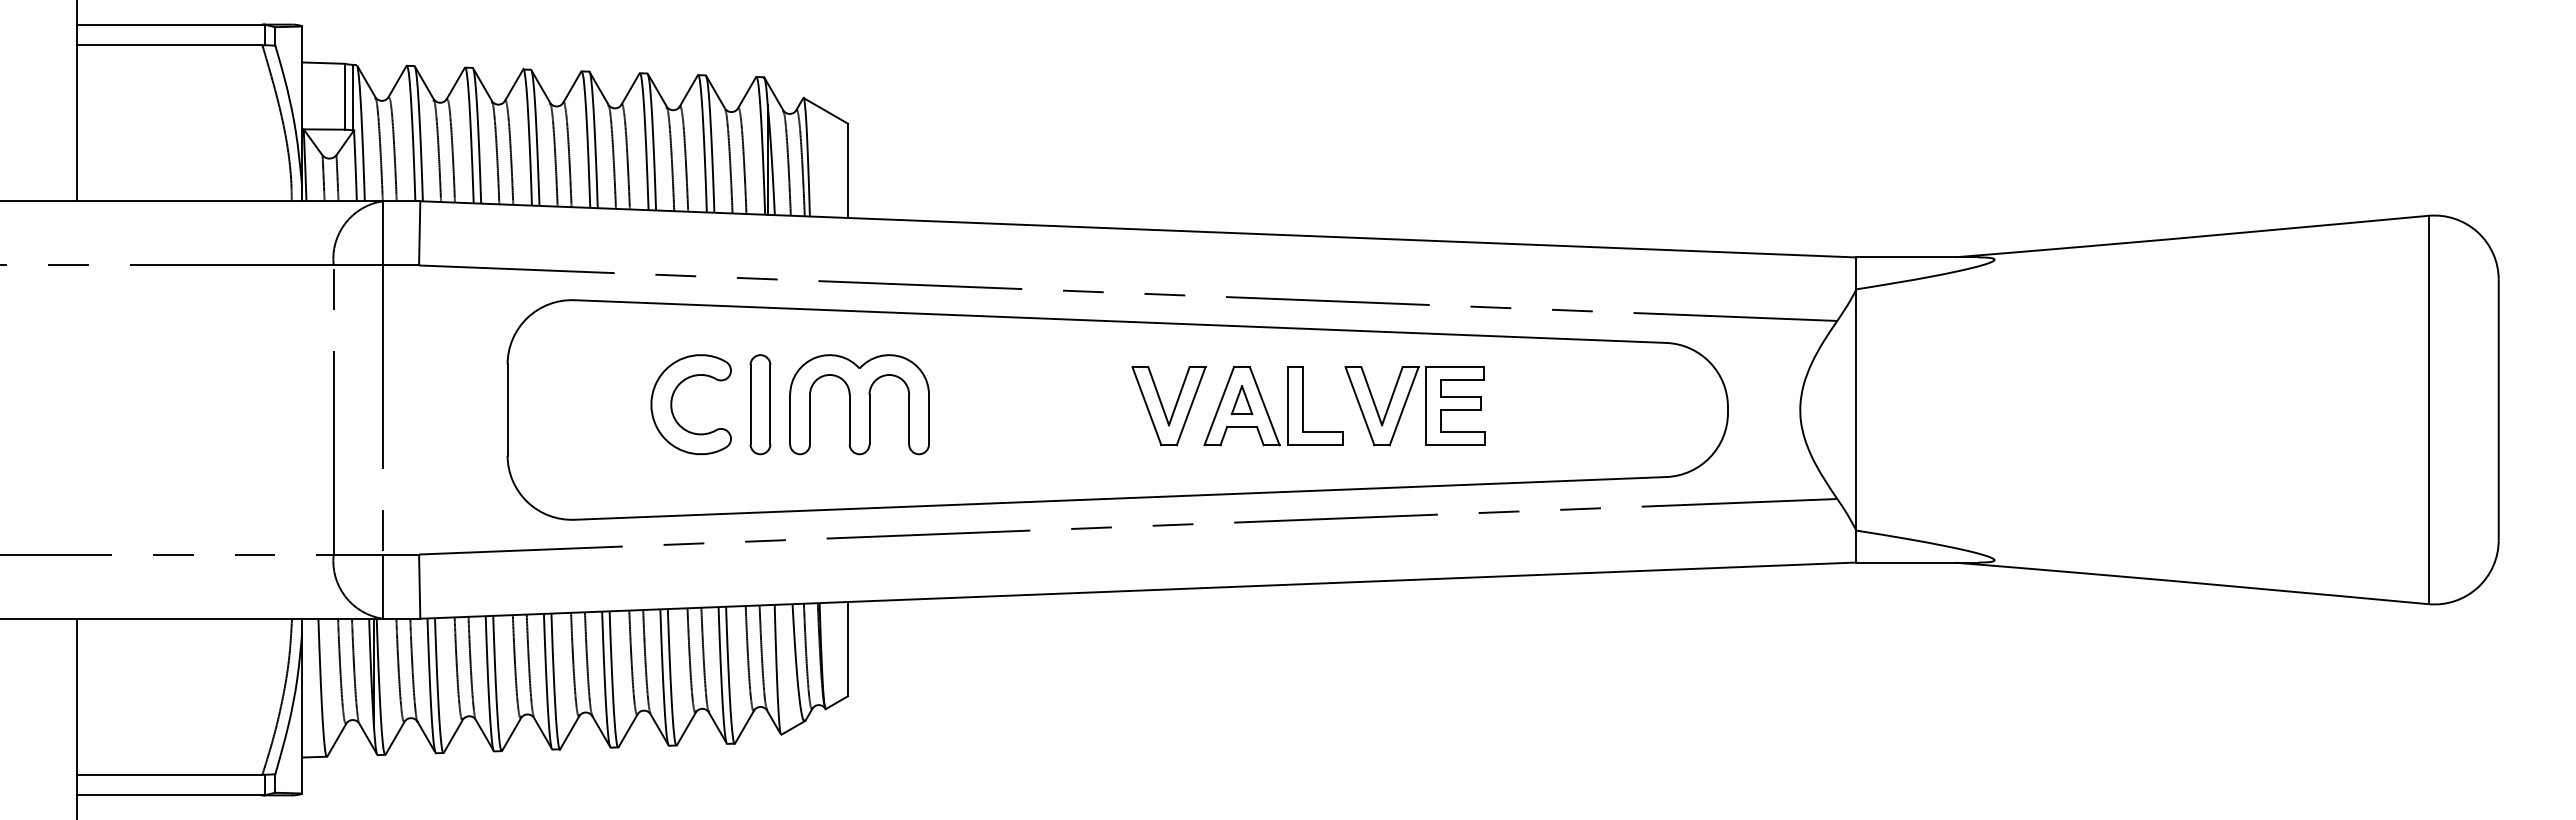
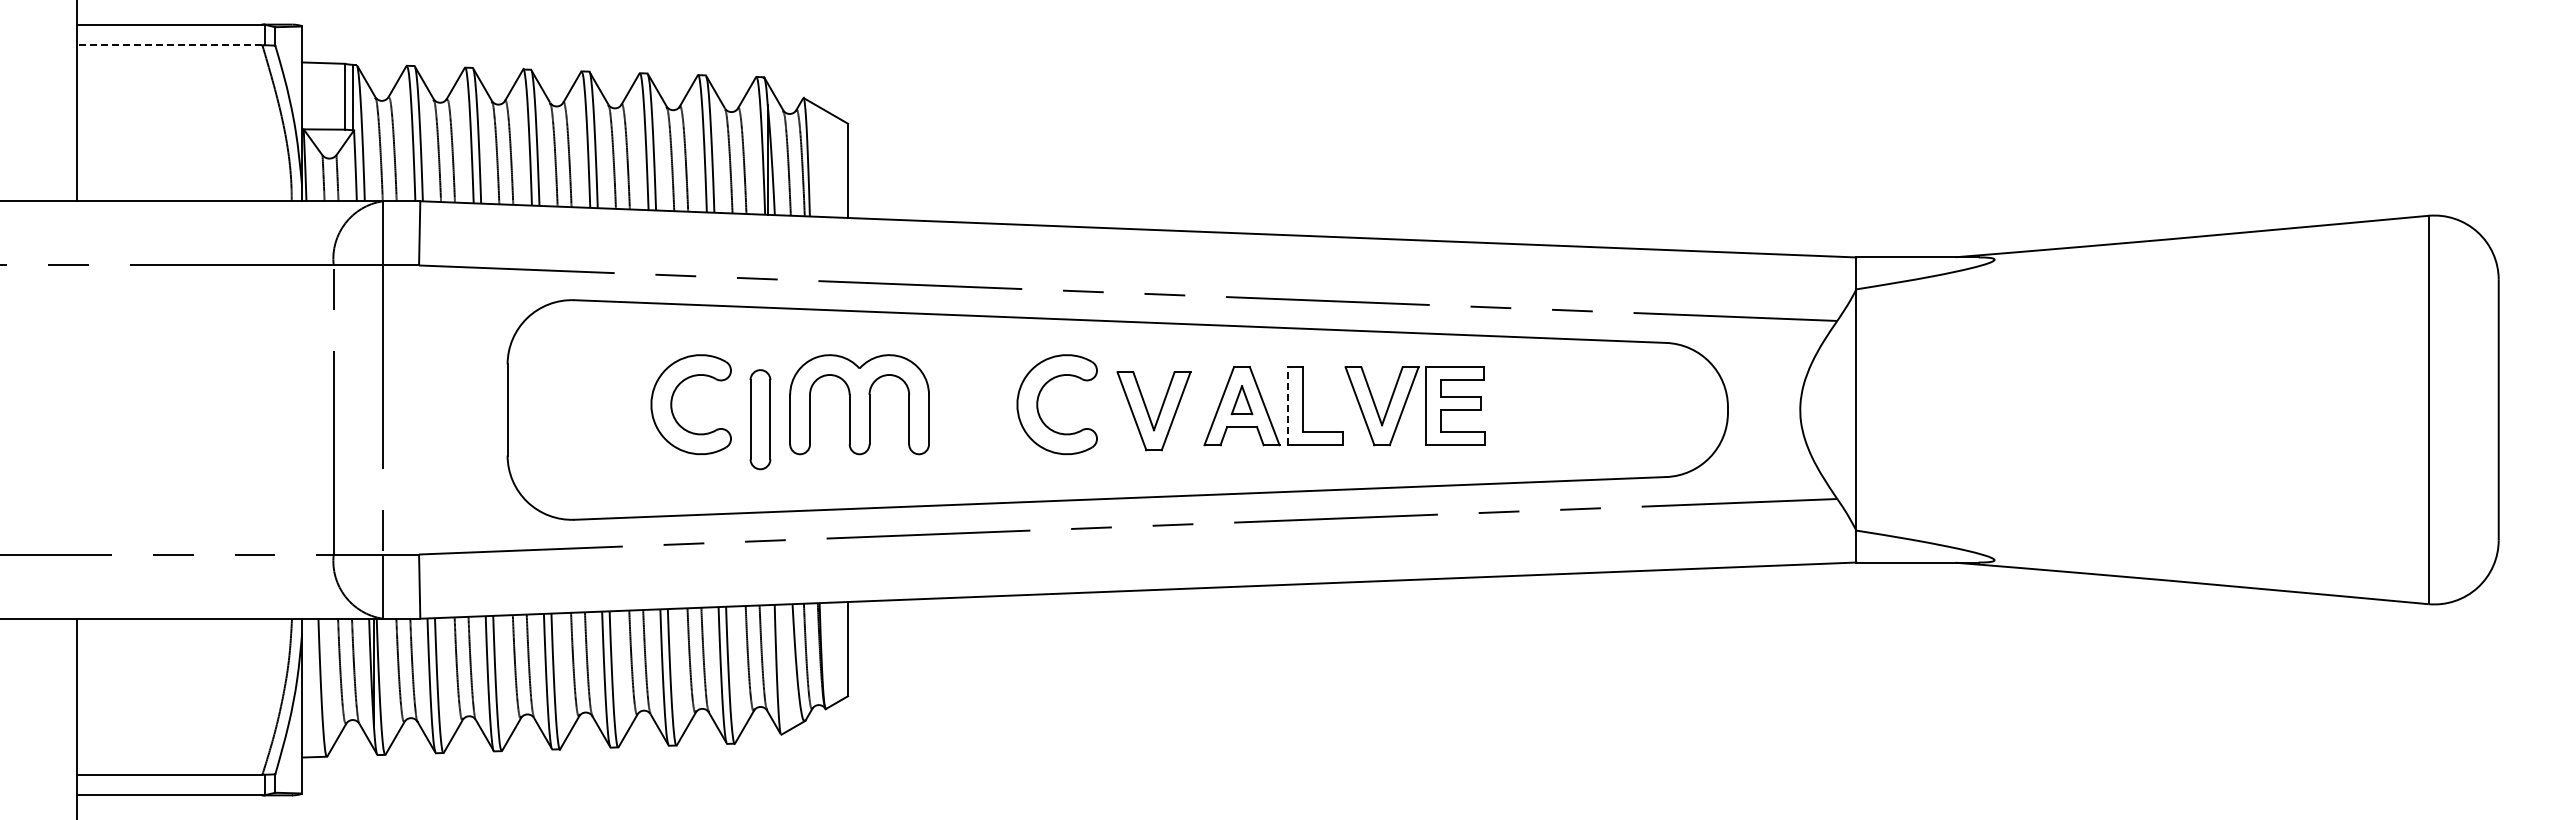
line at (169, 45): solid -> dashed
part at (760, 404) position: (760, 404) -> (760, 419)
part at (1038, 404): none -> present
line at (1287, 405): solid -> dashed
part at (1168, 406) position: (1168, 406) -> (1153, 411)
